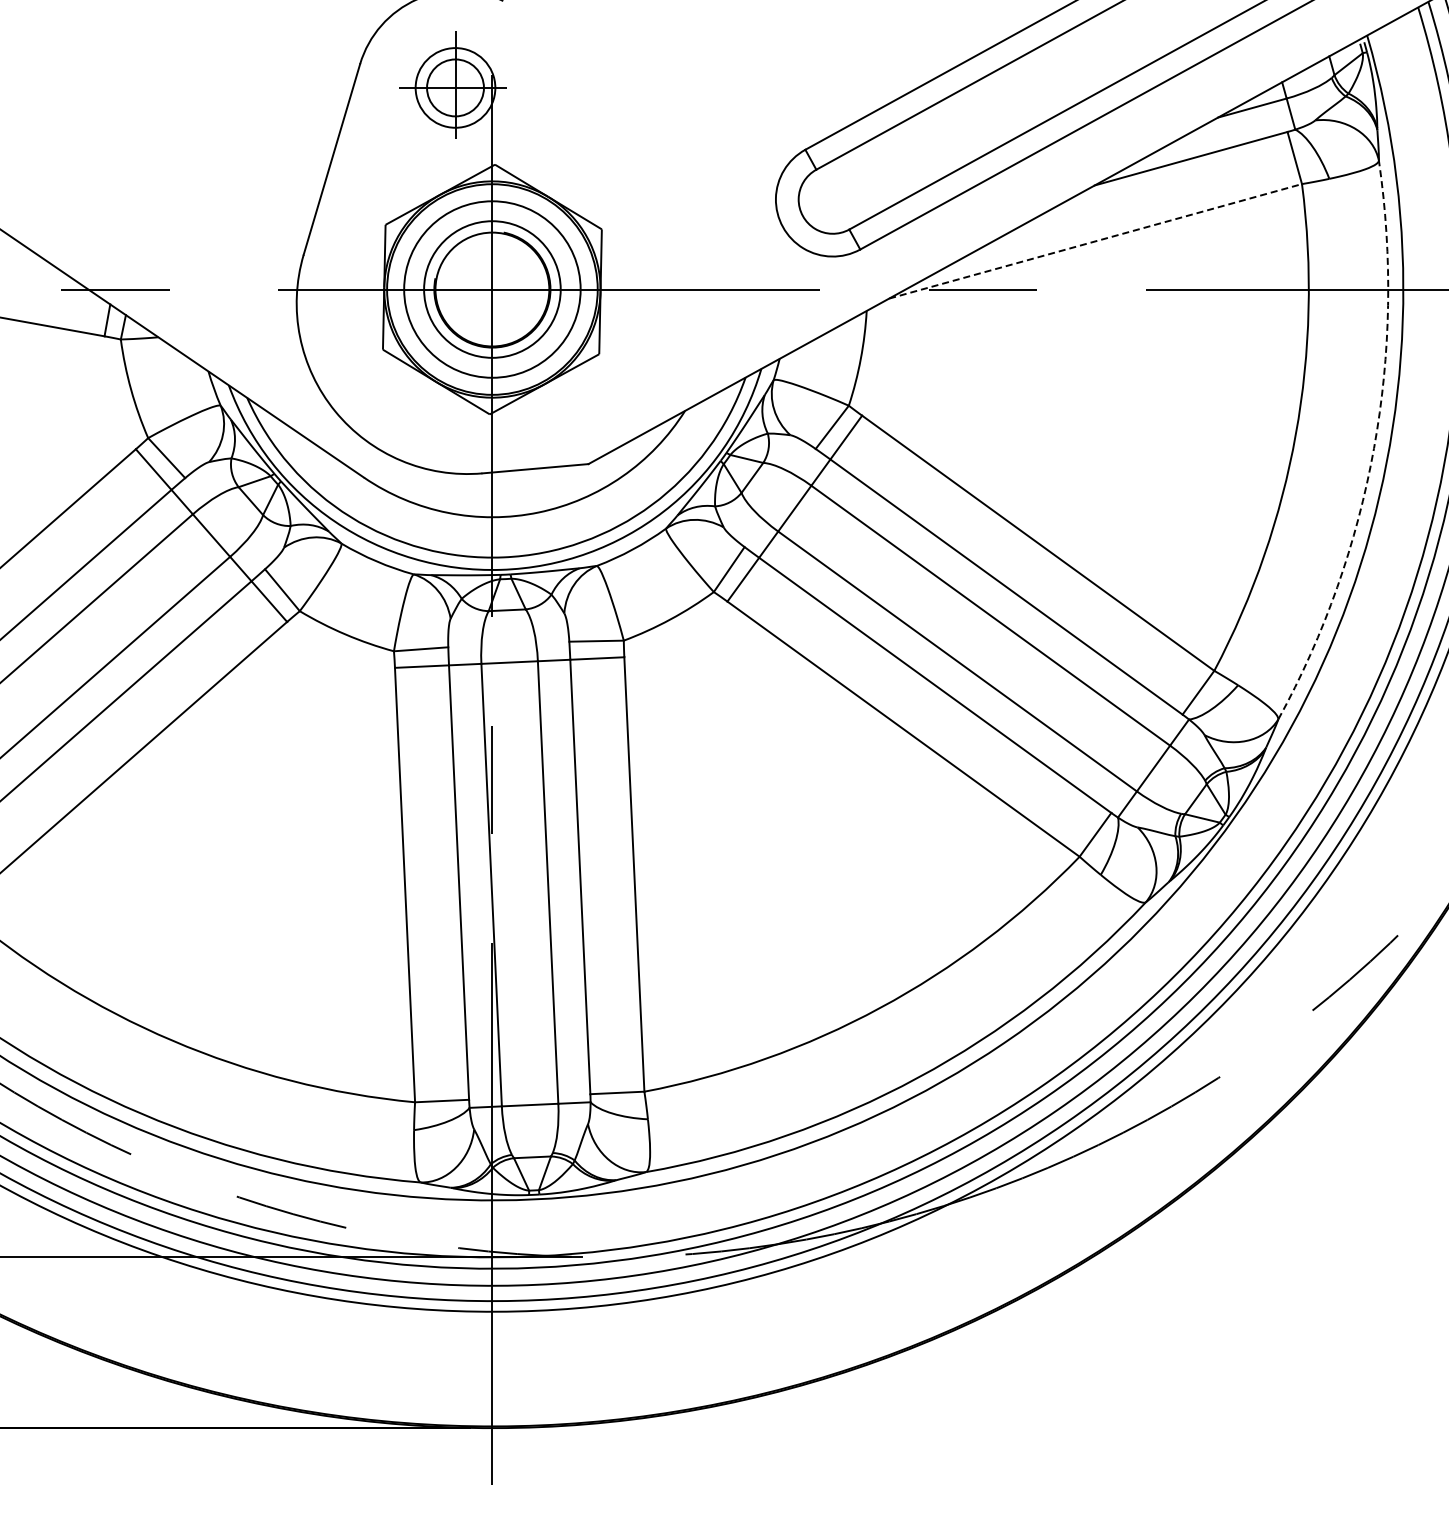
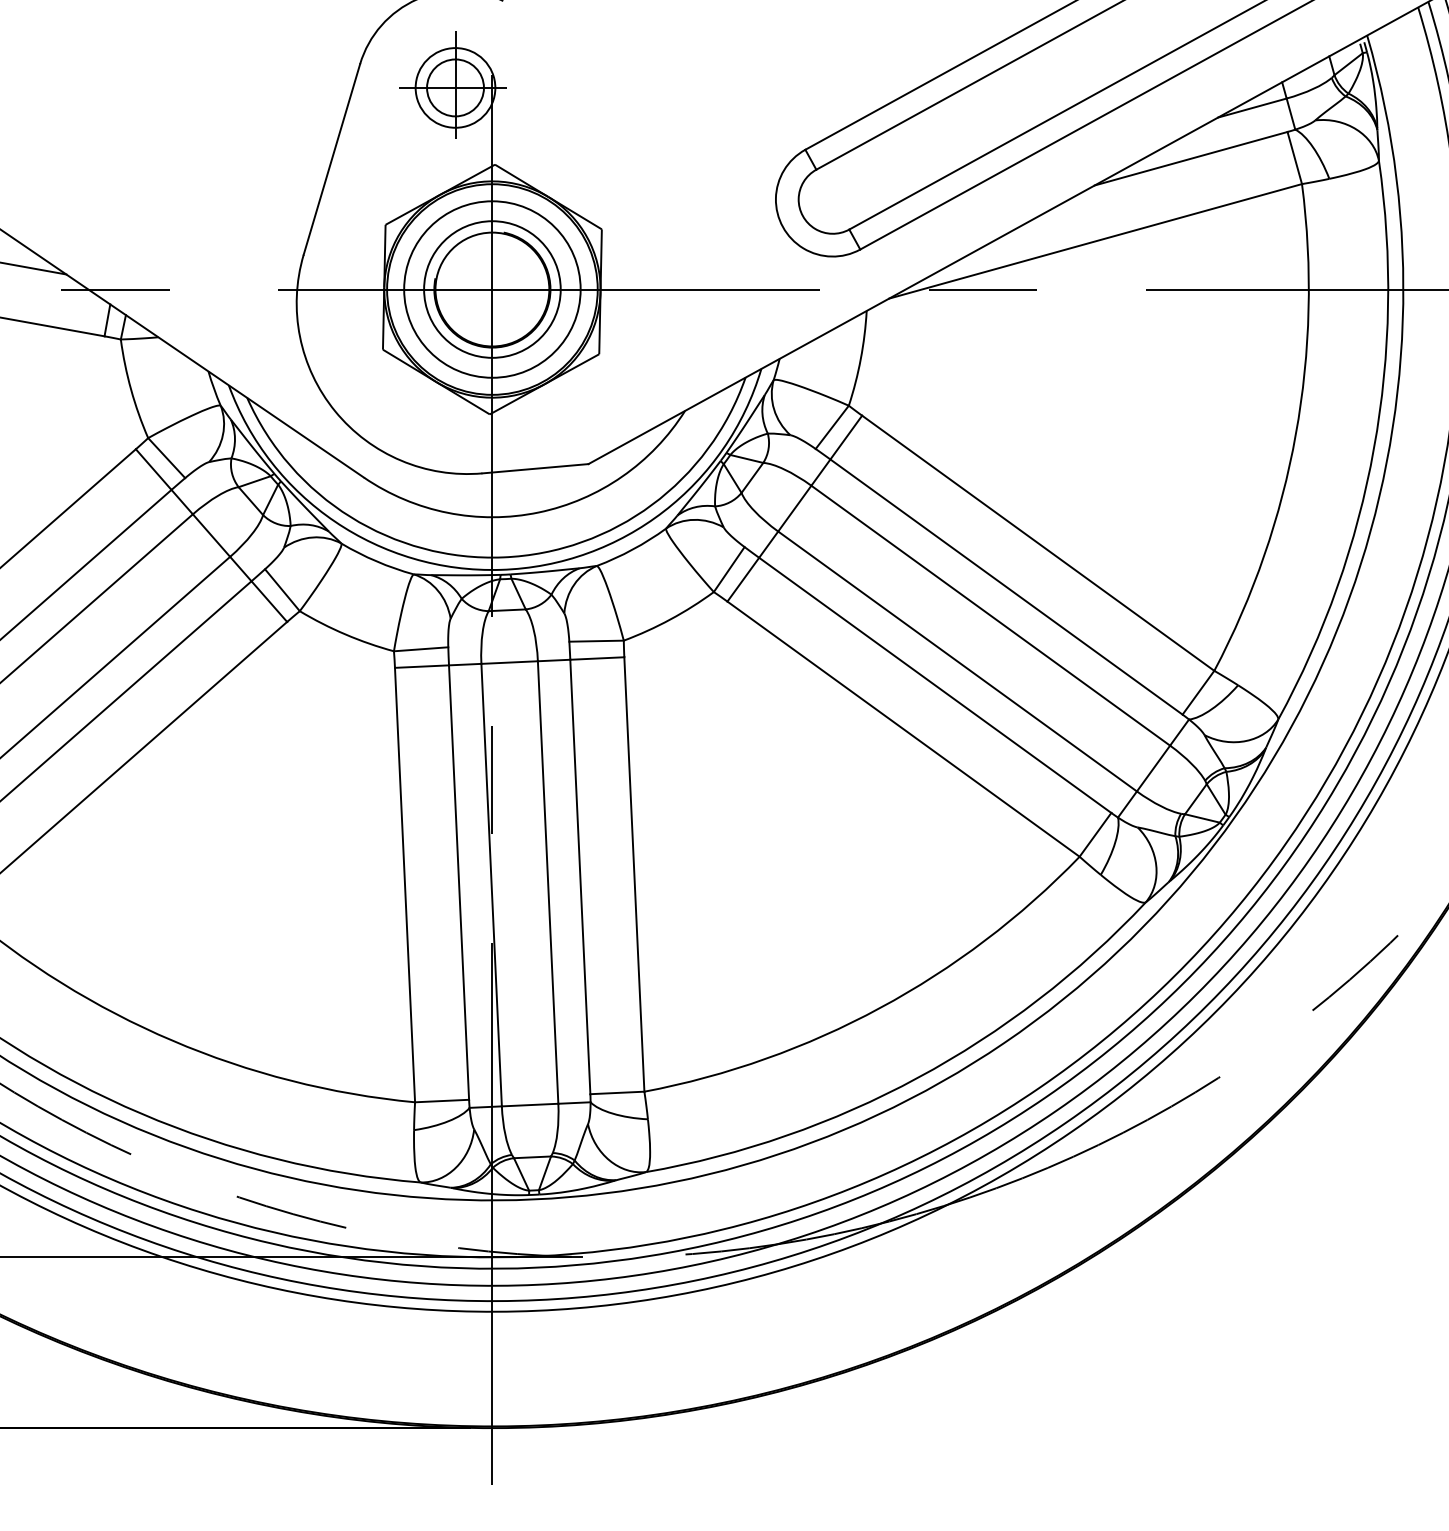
line at (1096, 241): dashed -> solid
line at (34, 268): none -> present
arc at (1374, 448): dashed -> solid
